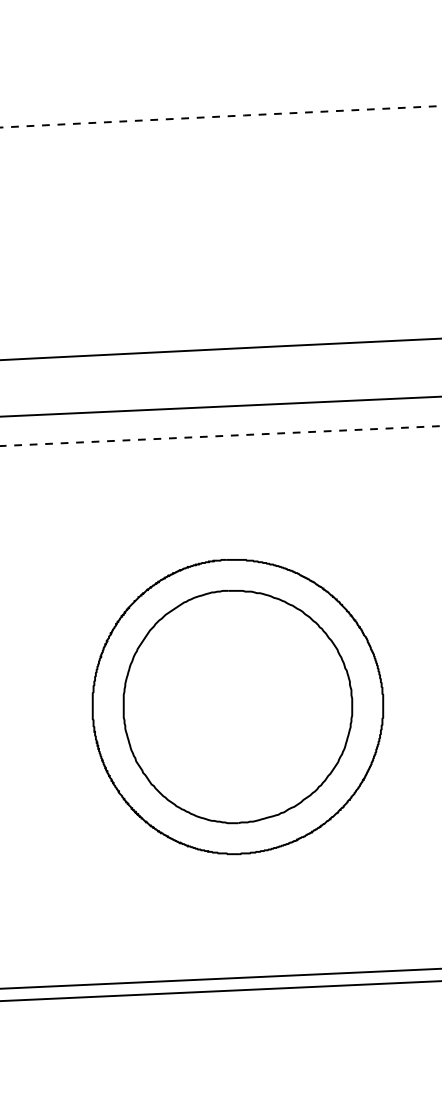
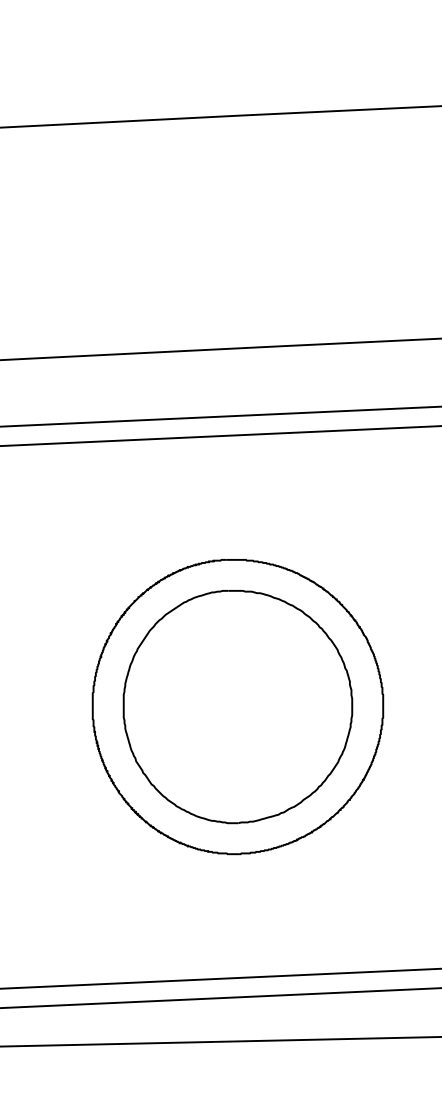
arc at (220, 116): dashed -> solid
line at (220, 406) position: (220, 406) -> (220, 416)
line at (220, 436): dashed -> solid
line at (220, 991) position: (220, 991) -> (220, 998)
line at (220, 1041): none -> present
